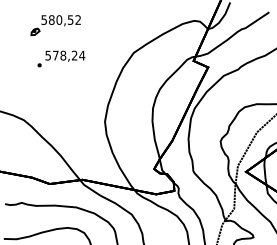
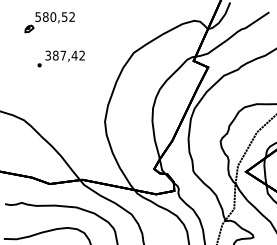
part at (55, 25) position: (55, 25) -> (49, 22)
text at (65, 55): 578,24 -> 387,42
